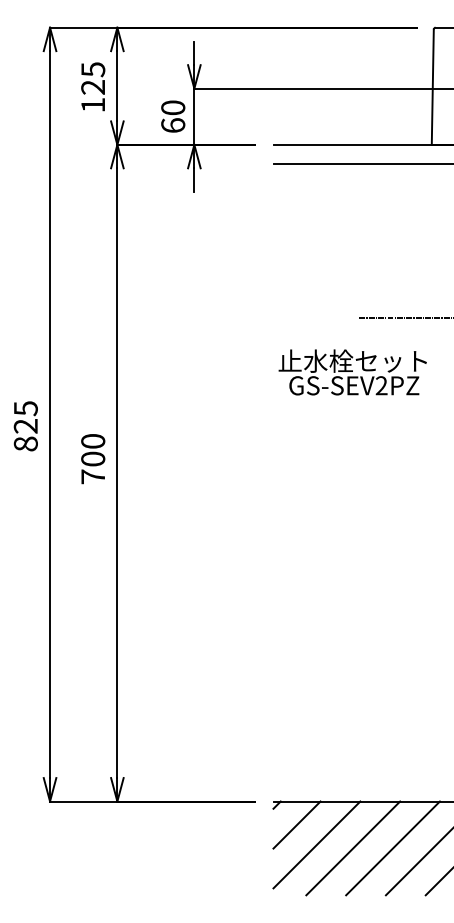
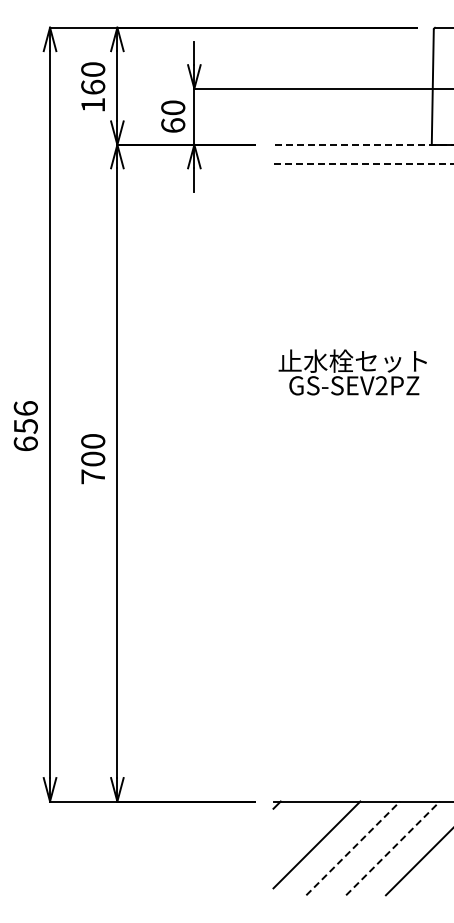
text at (93, 78): 125 -> 160
line at (363, 144): solid -> dashed
line at (363, 163): solid -> dashed
line at (404, 318): present -> none
text at (25, 426): 825 -> 656
line at (296, 824): present -> none
line at (353, 848): solid -> dashed
line at (393, 848): solid -> dashed
line at (437, 882): present -> none
